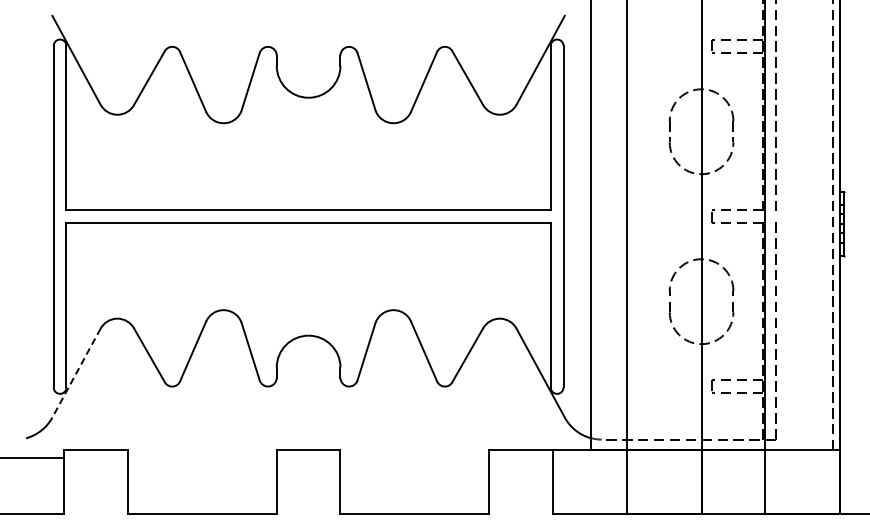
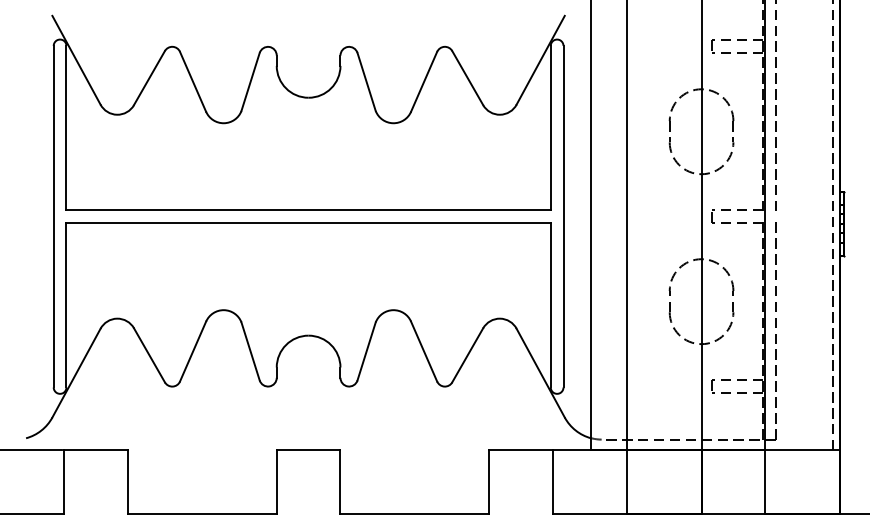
line at (76, 373): dashed -> solid
line at (32, 458) position: (32, 458) -> (32, 450)
